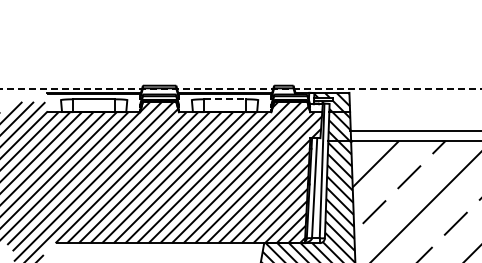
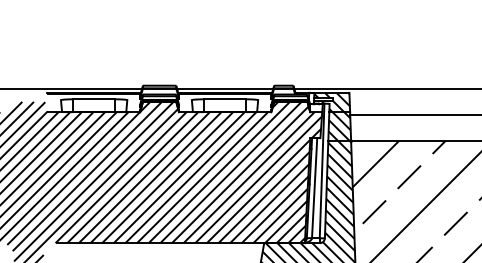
line at (240, 88): dashed -> solid
line at (225, 99): dashed -> solid
line at (414, 130) position: (414, 130) -> (414, 114)
